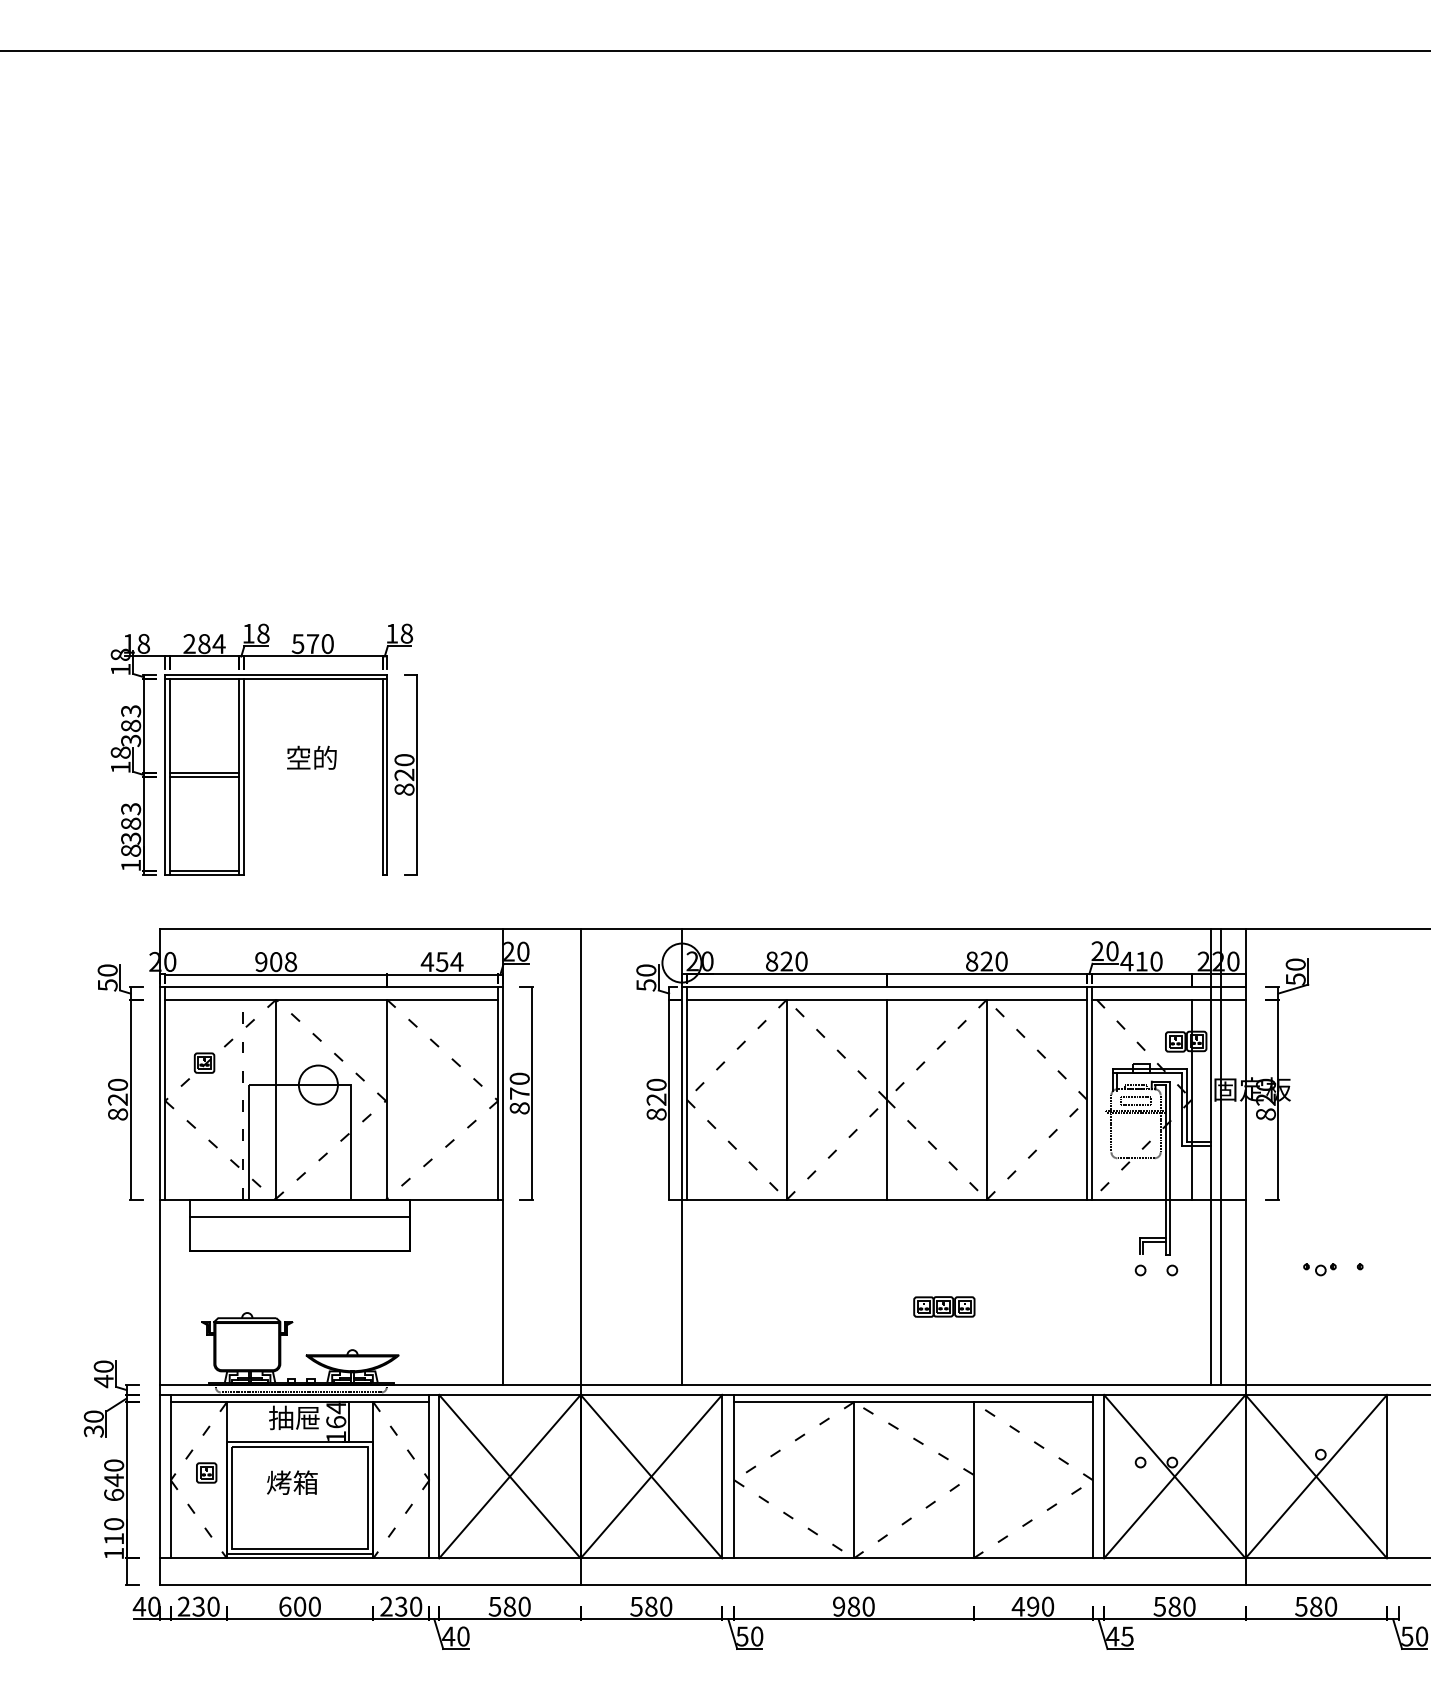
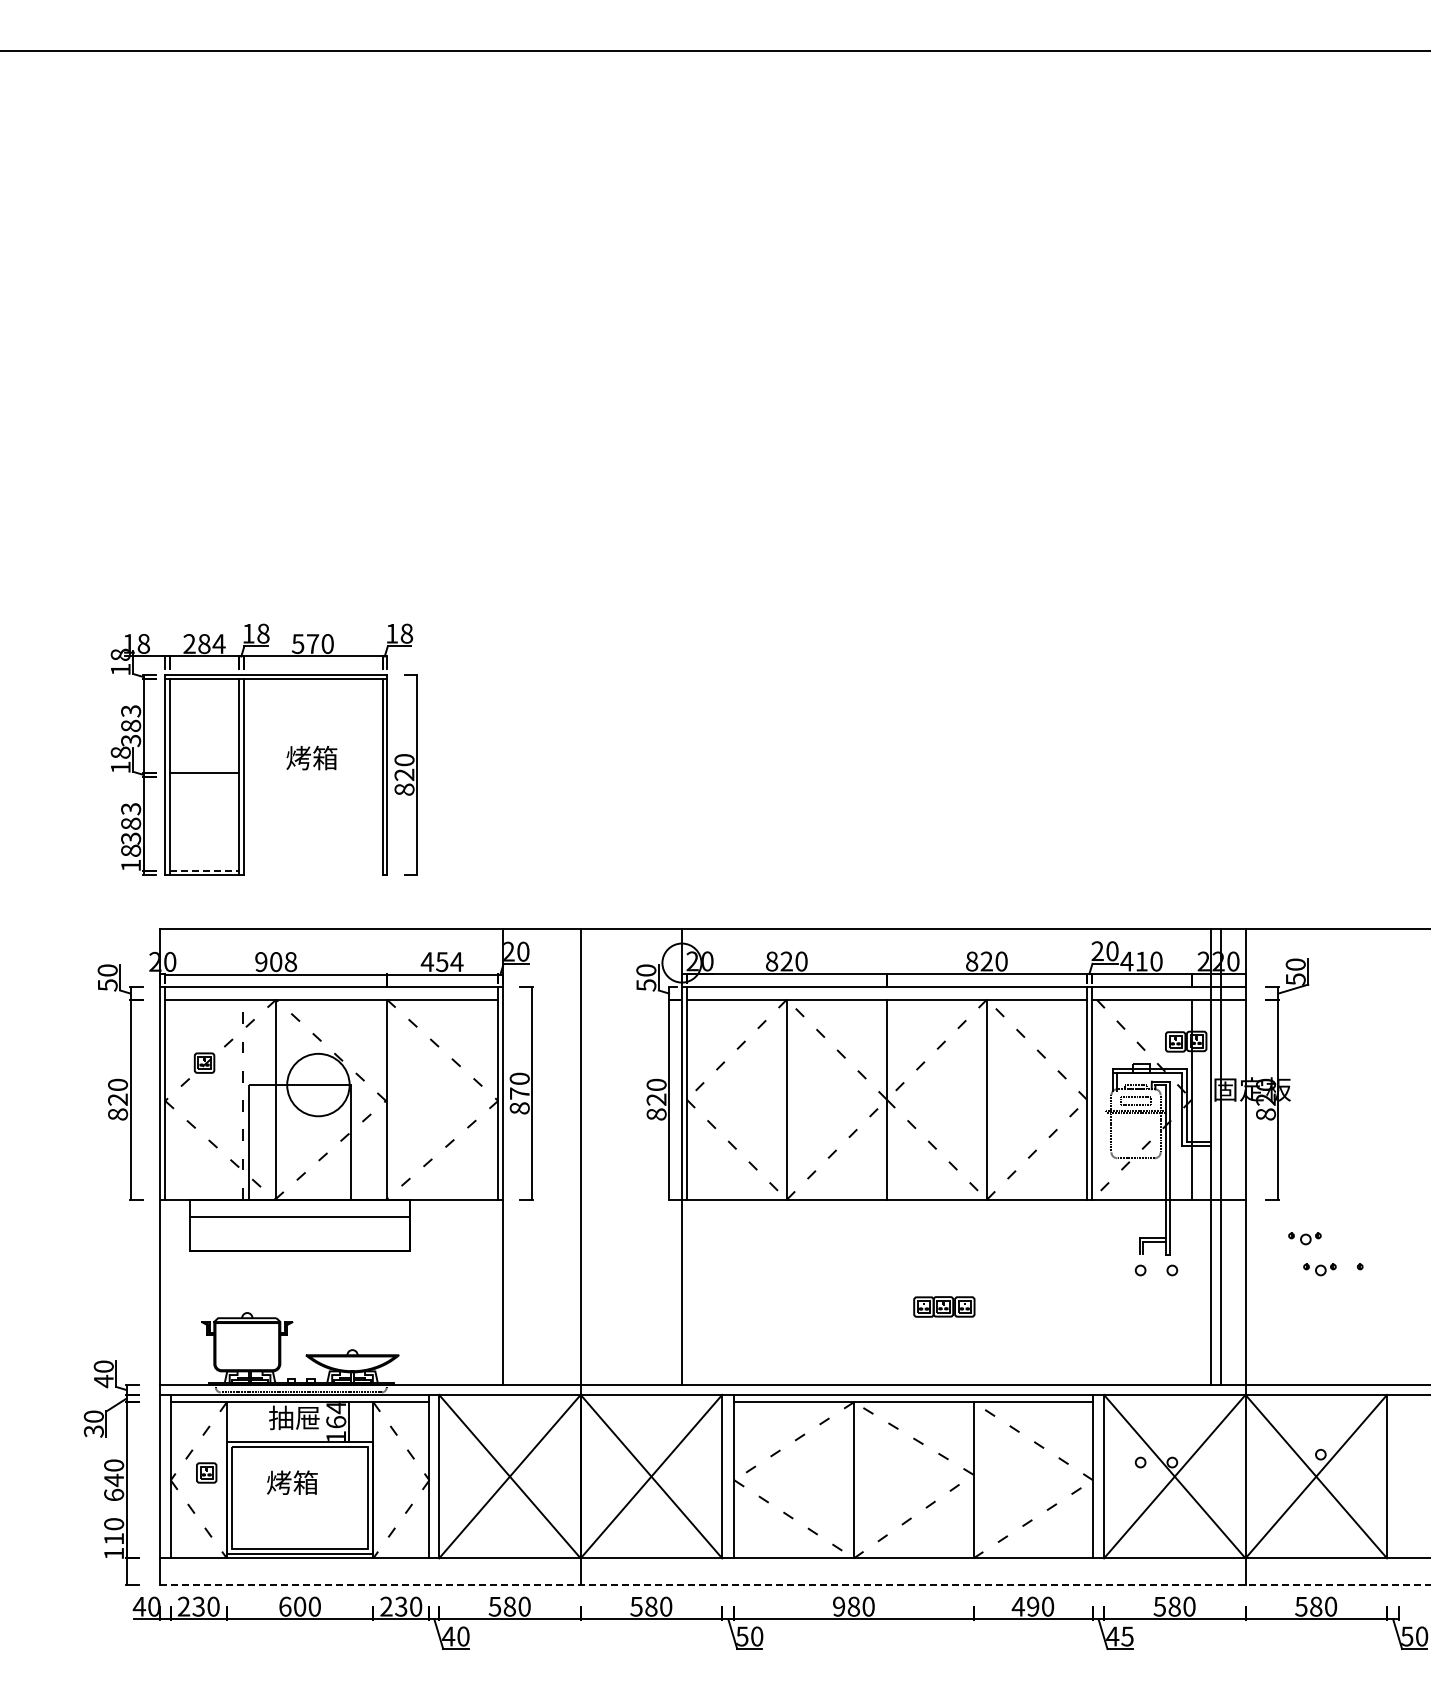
text at (311, 757): 空的 -> 烤箱
line at (204, 777): present -> none
line at (204, 870): solid -> dashed
circle at (317, 1084) diameter: 39 px -> 62 px
part at (1304, 1238): none -> present
line at (795, 1585): solid -> dashed
